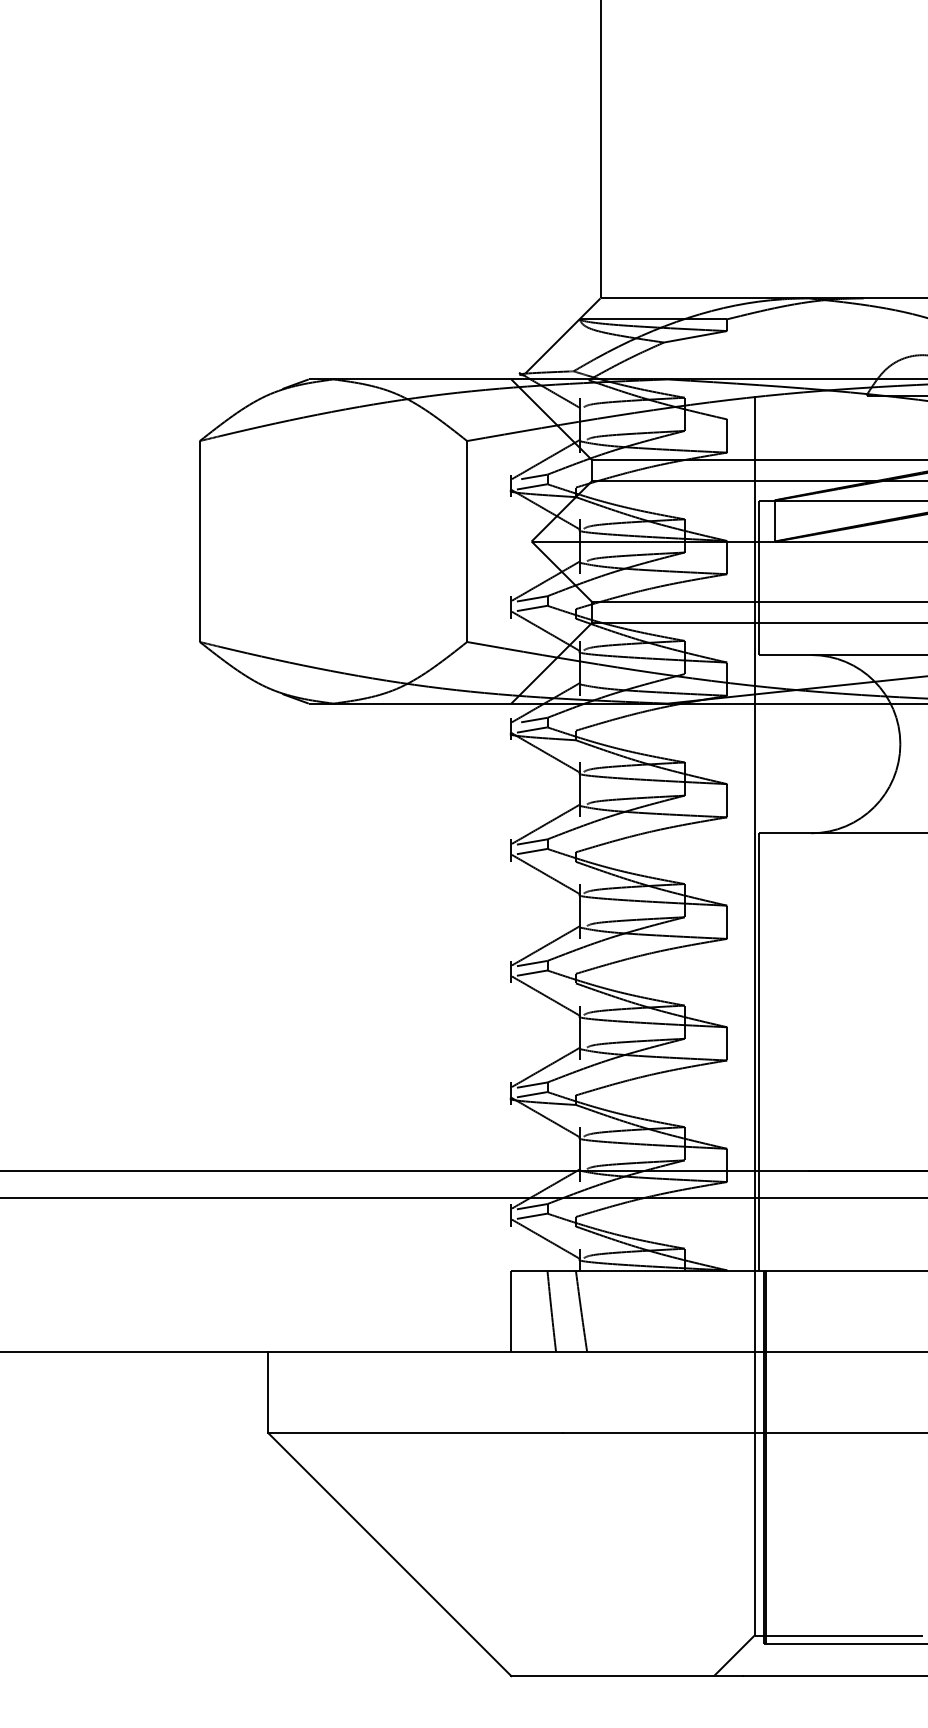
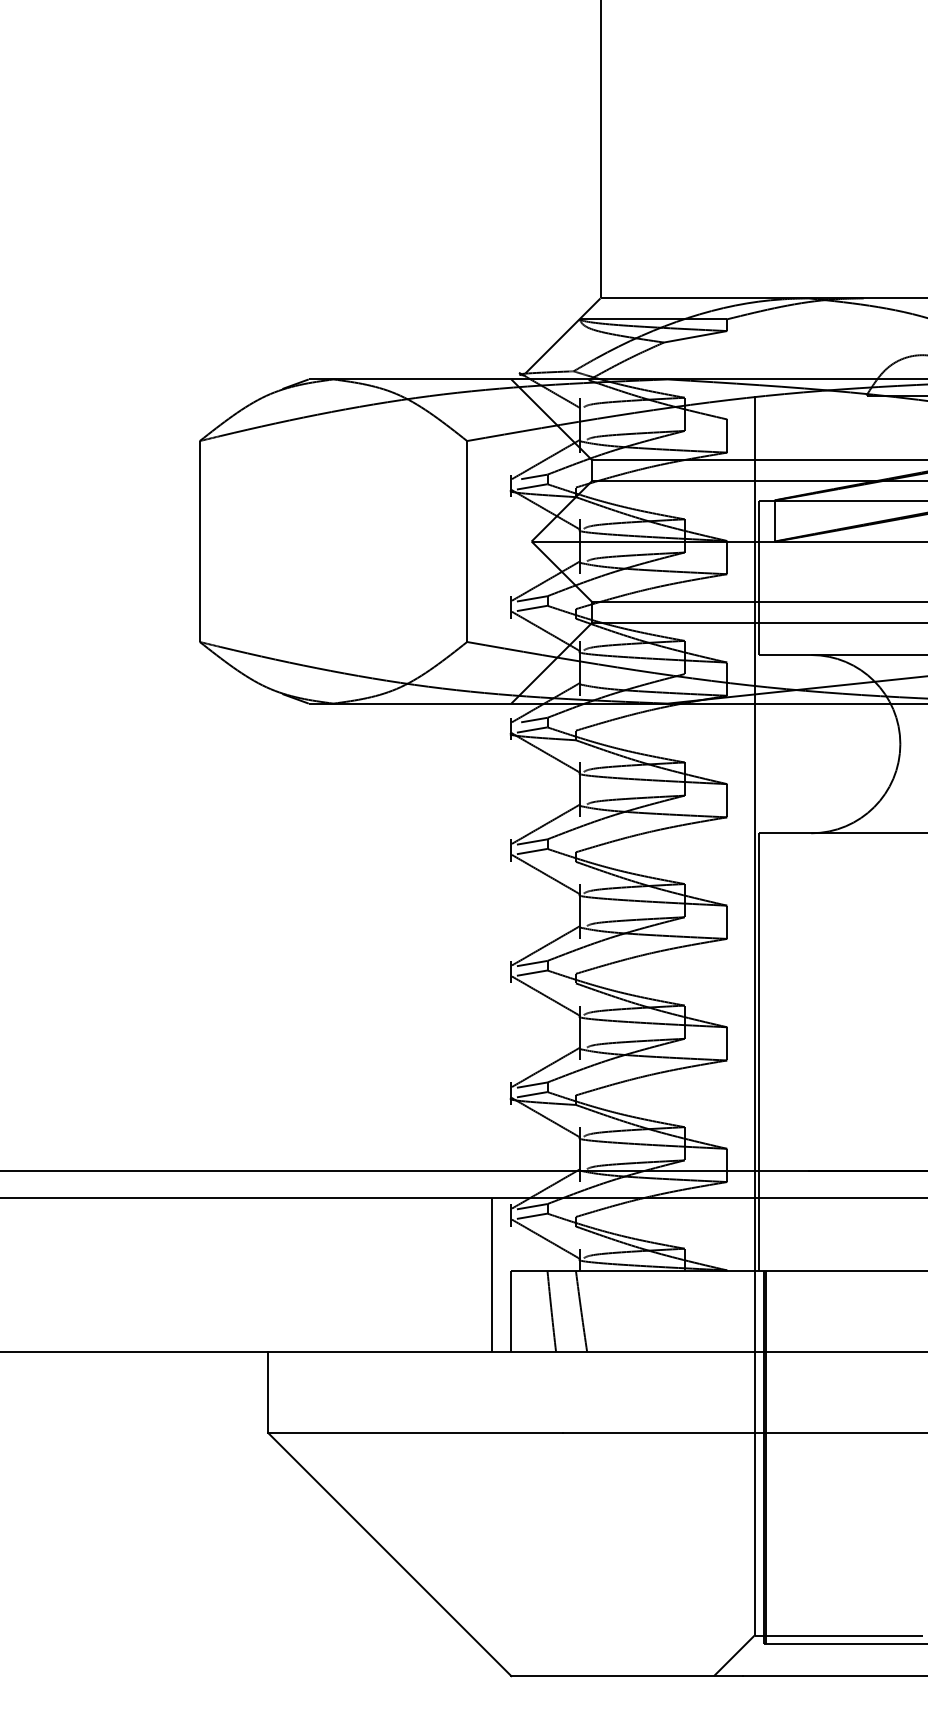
line at (491, 1274): none -> present
